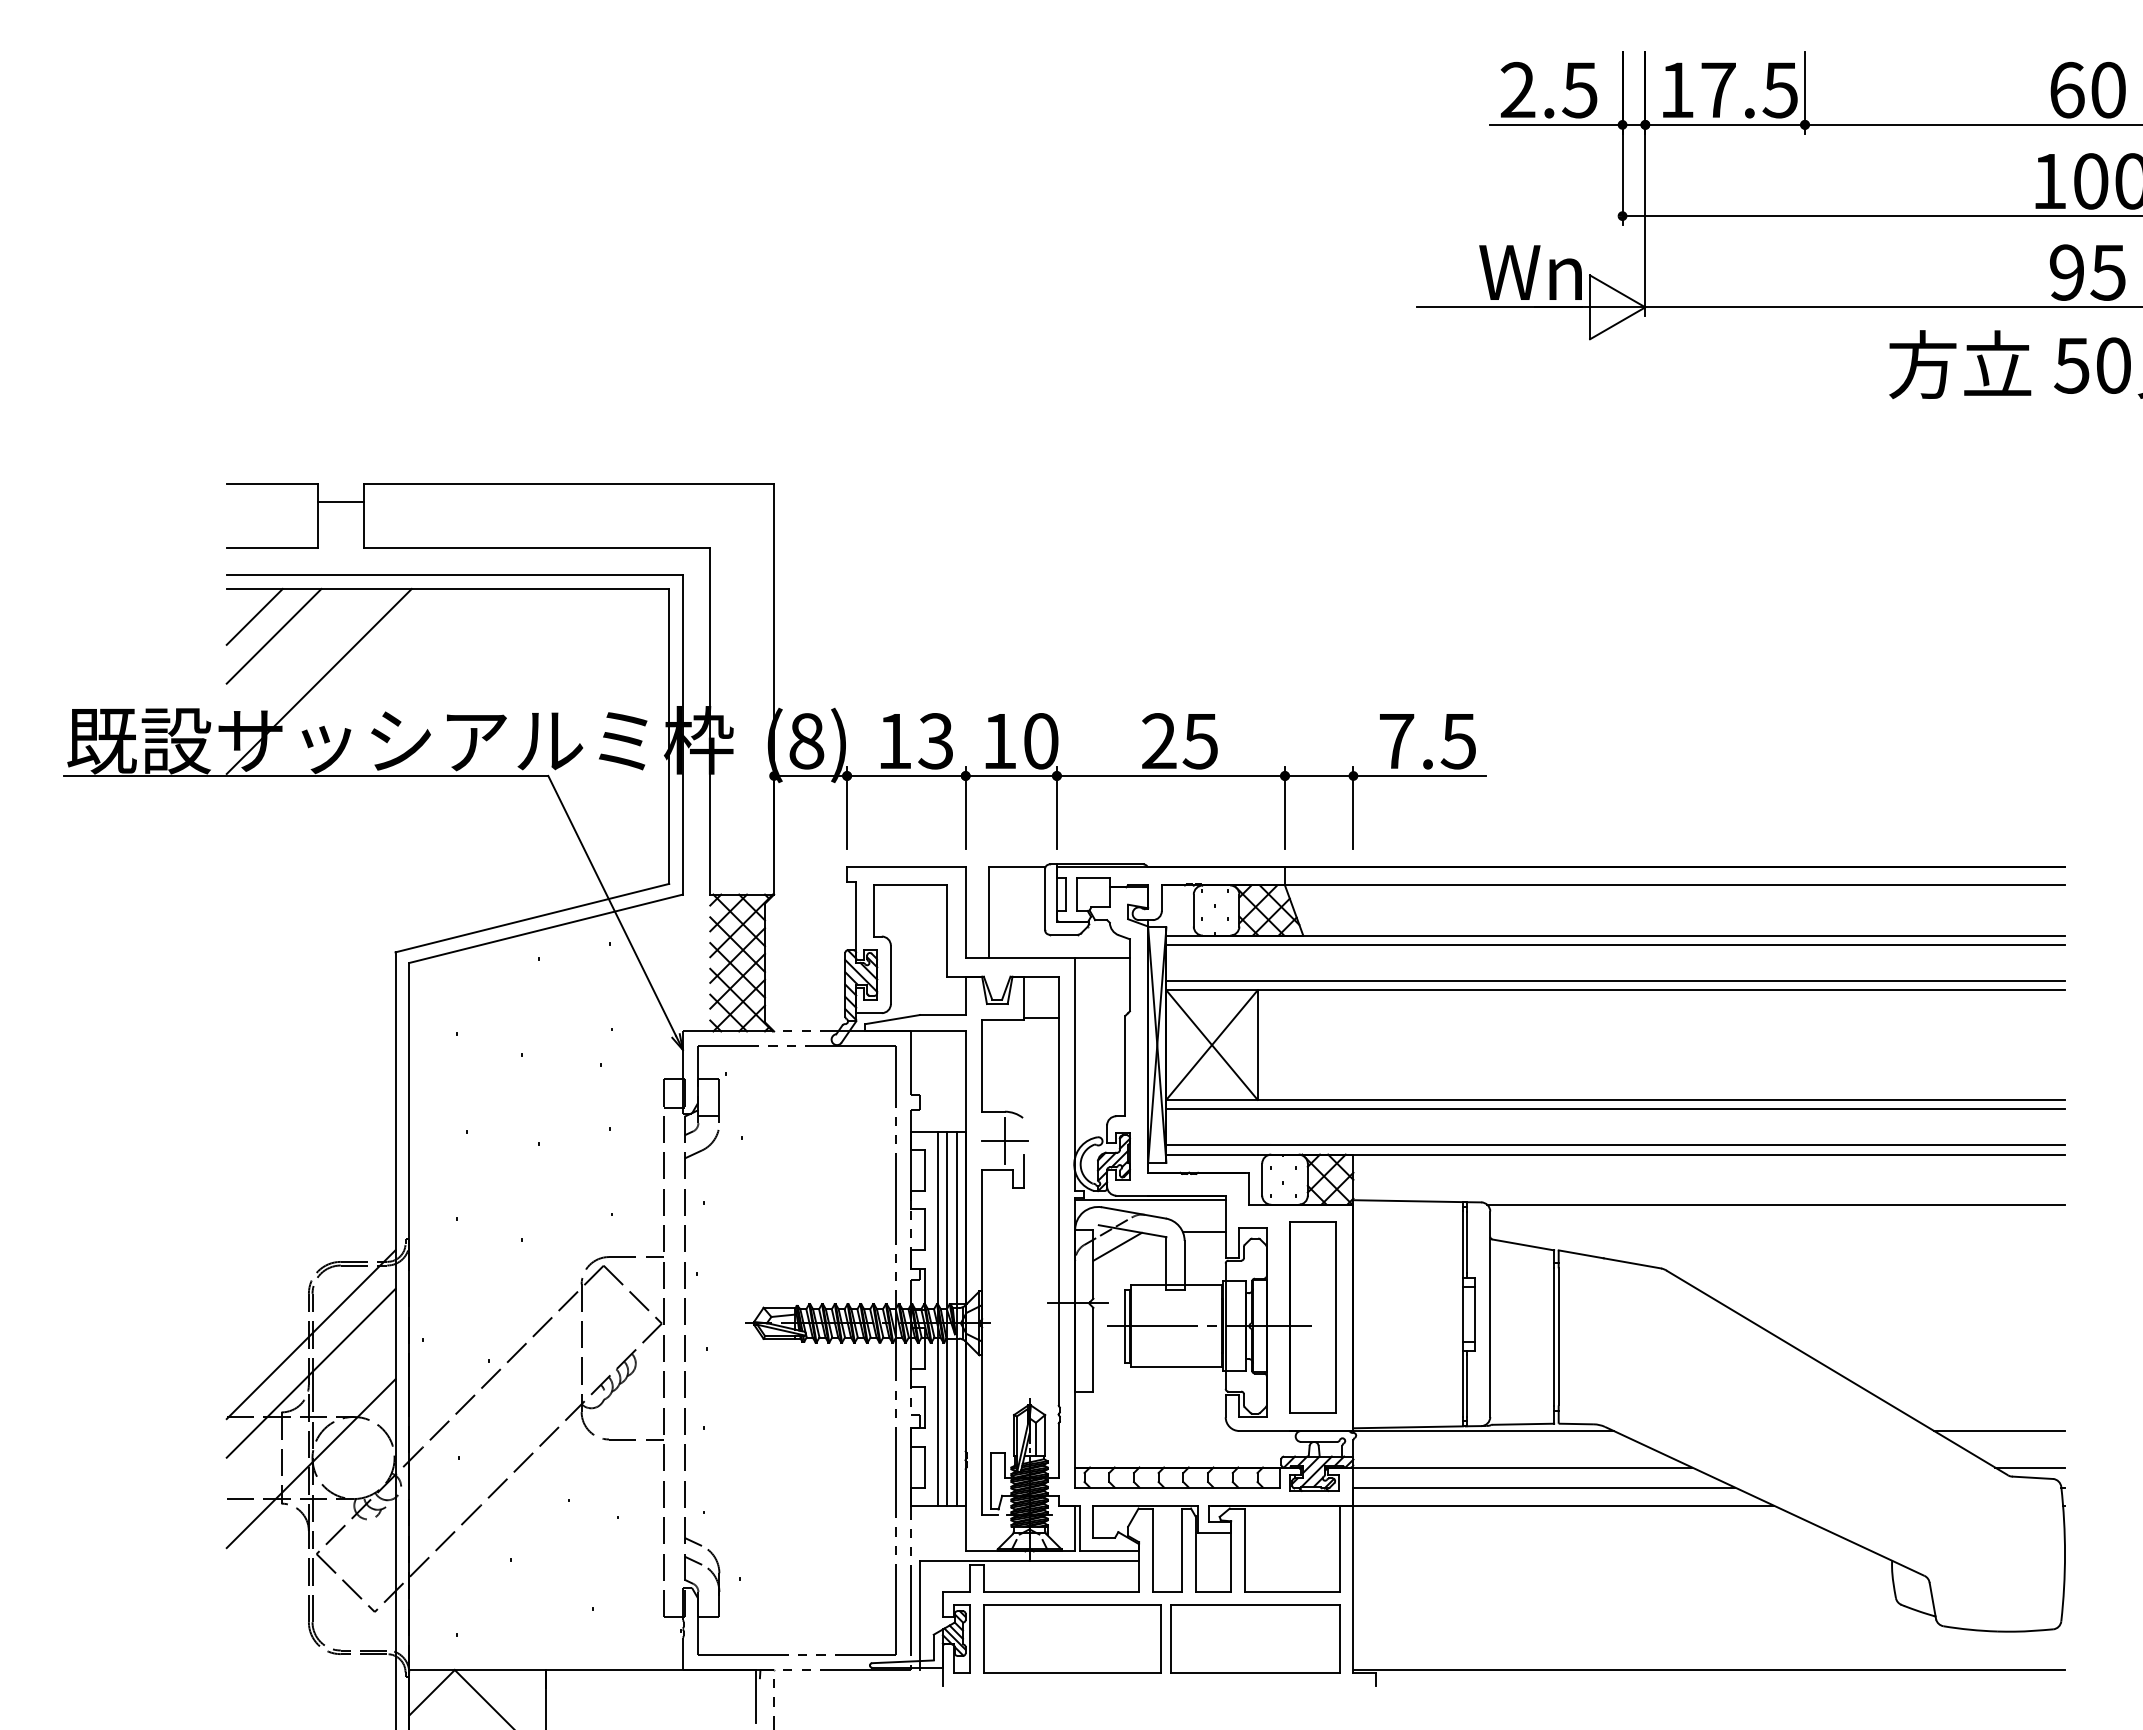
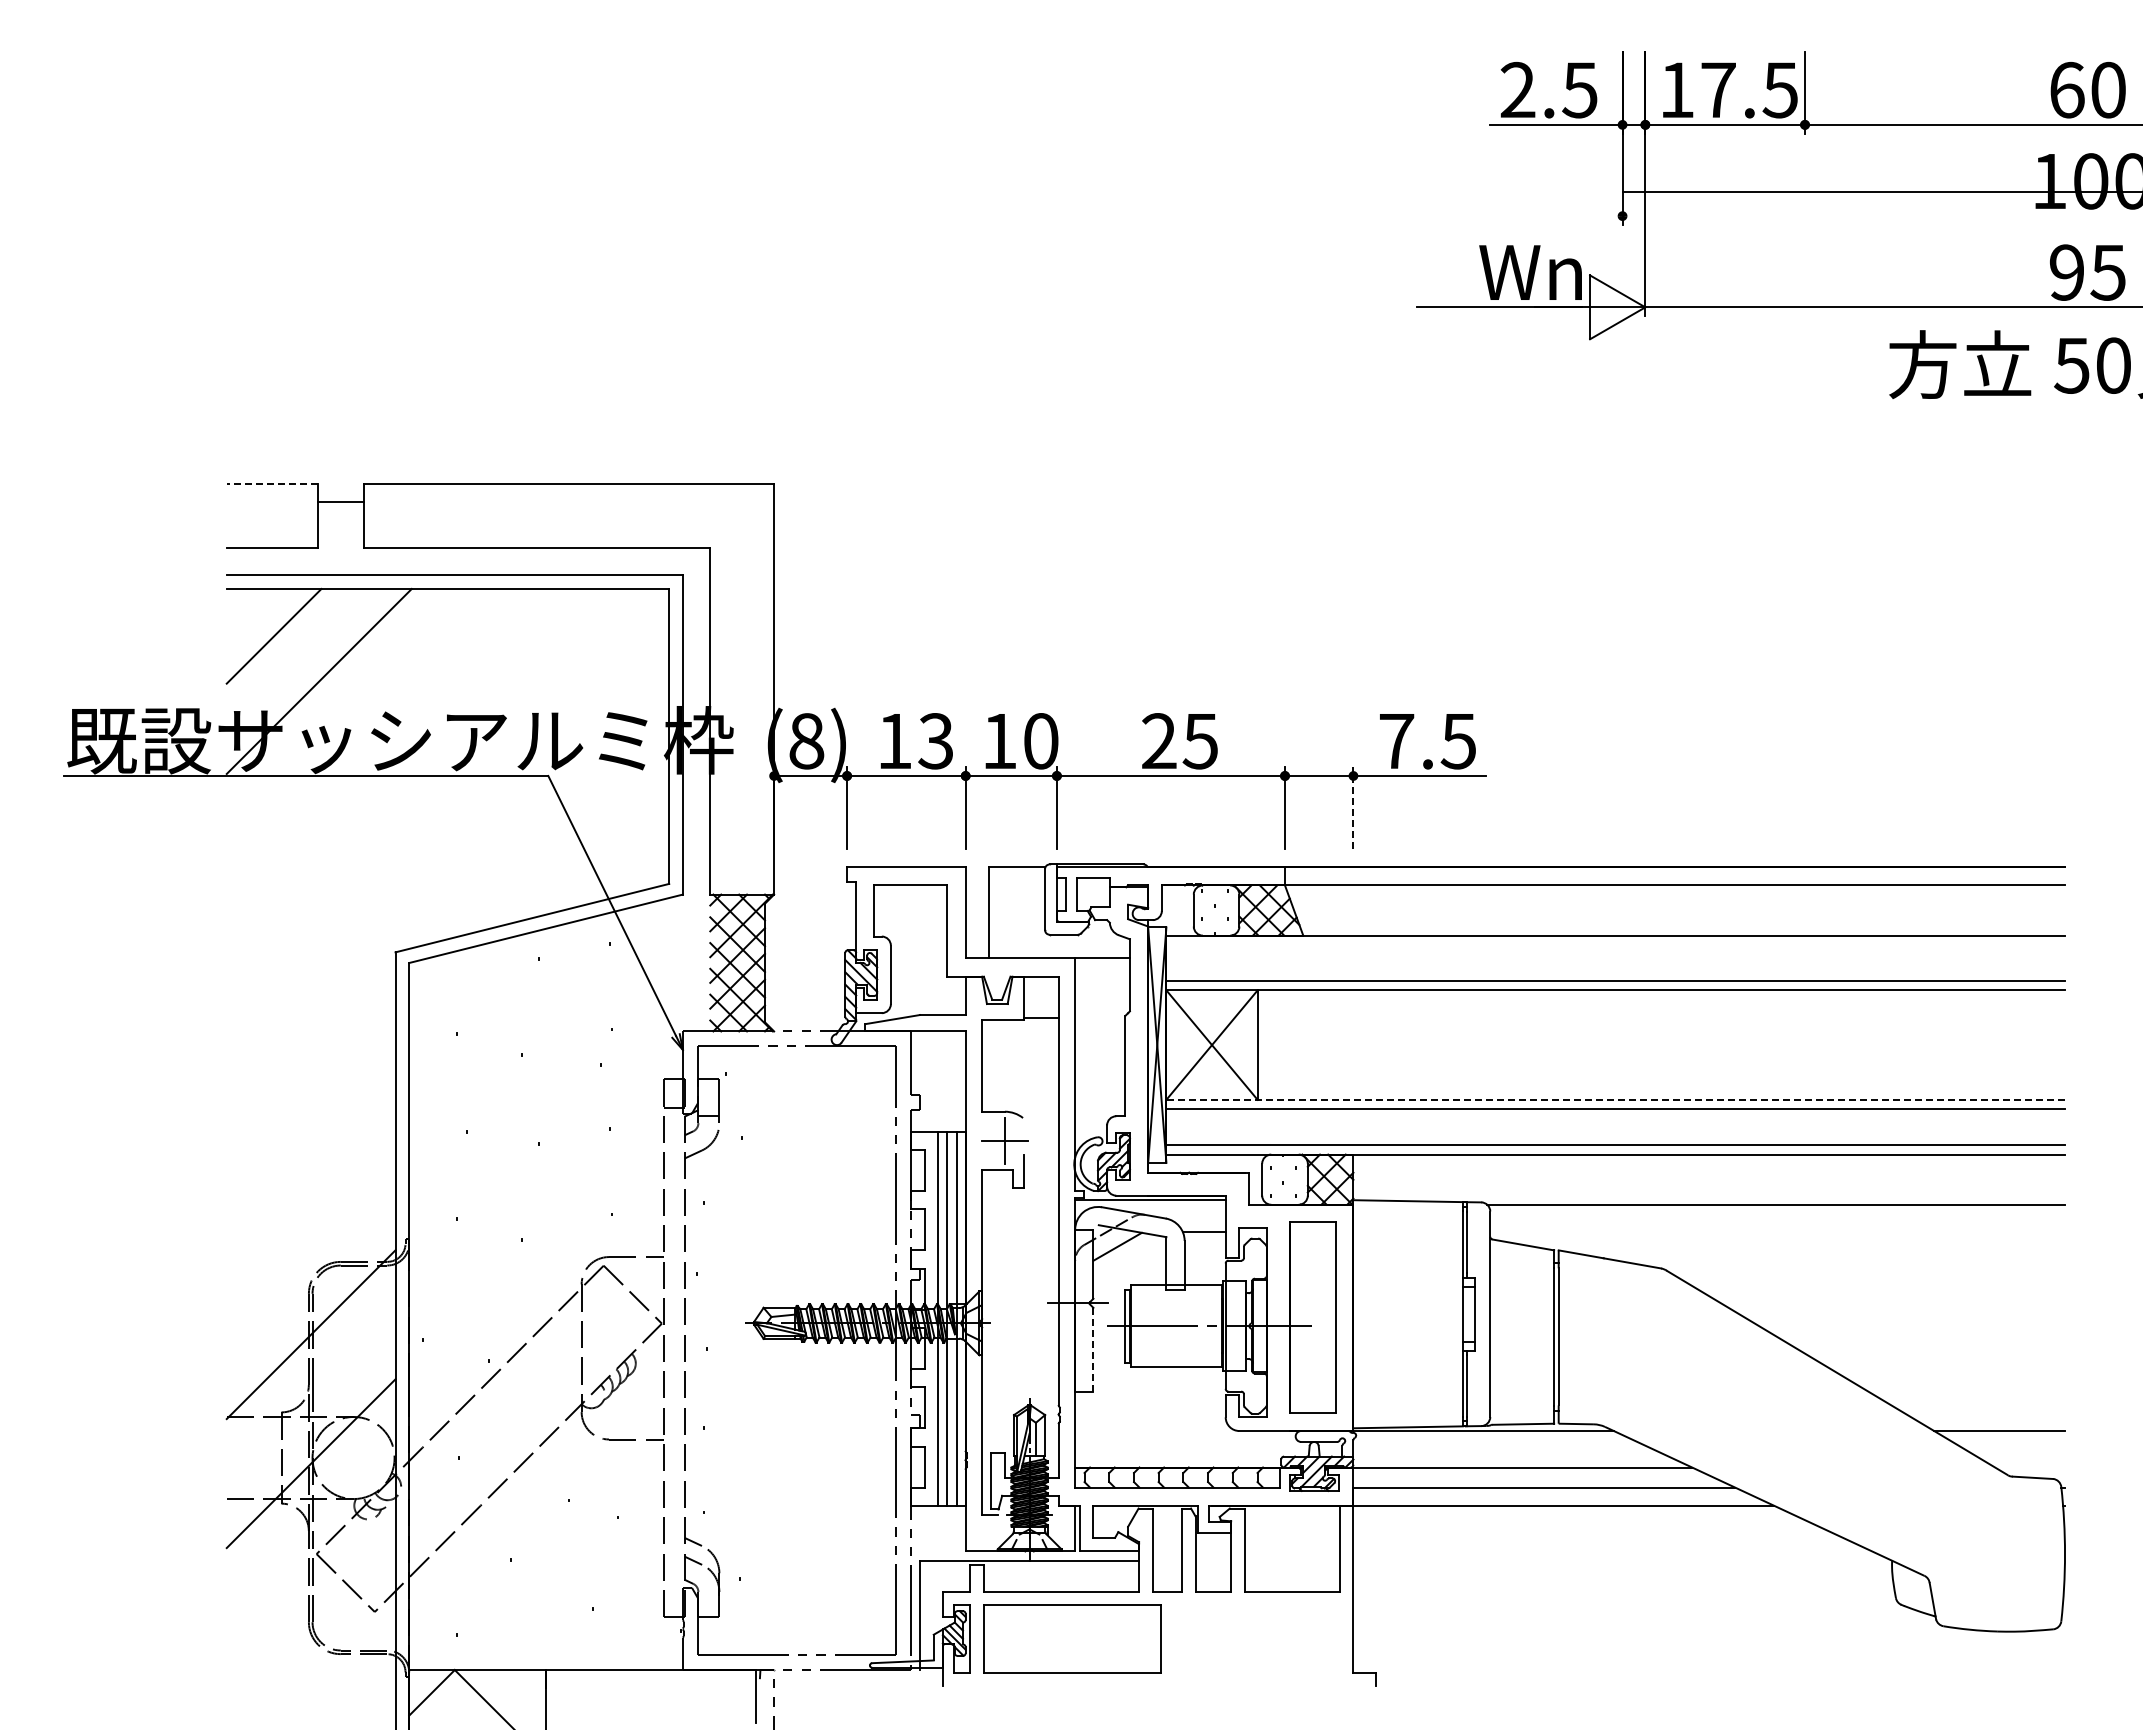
line at (1880, 216) position: (1880, 216) -> (1880, 192)
line at (272, 484): solid -> dashed
line at (254, 616): present -> none
line at (1353, 807): solid -> dashed
line at (1615, 944): present -> none
line at (1615, 1099): solid -> dashed
line at (1093, 1350): solid -> dashed
line at (310, 1372): present -> none
line at (2030, 1467): present -> none
part at (1255, 1638): present -> none
line at (1709, 1670): present -> none
